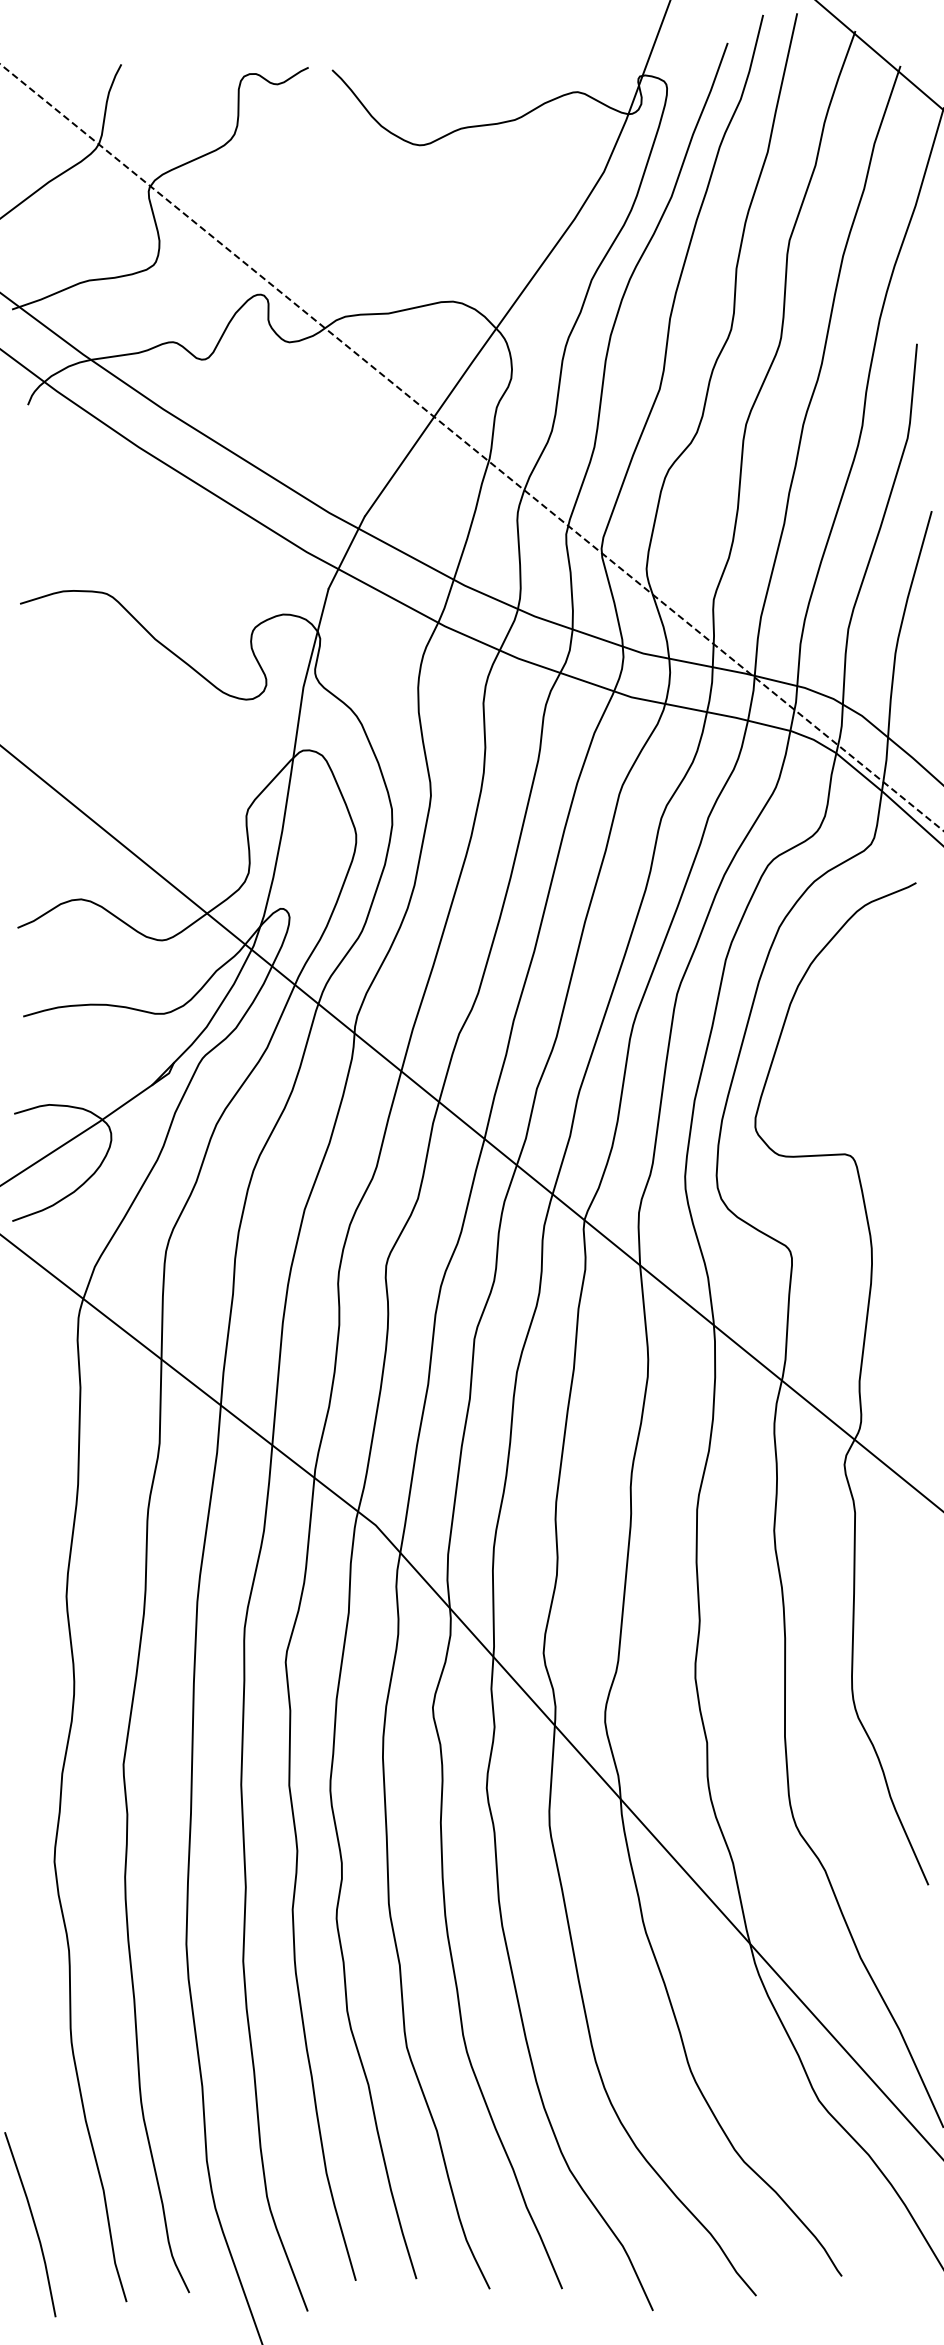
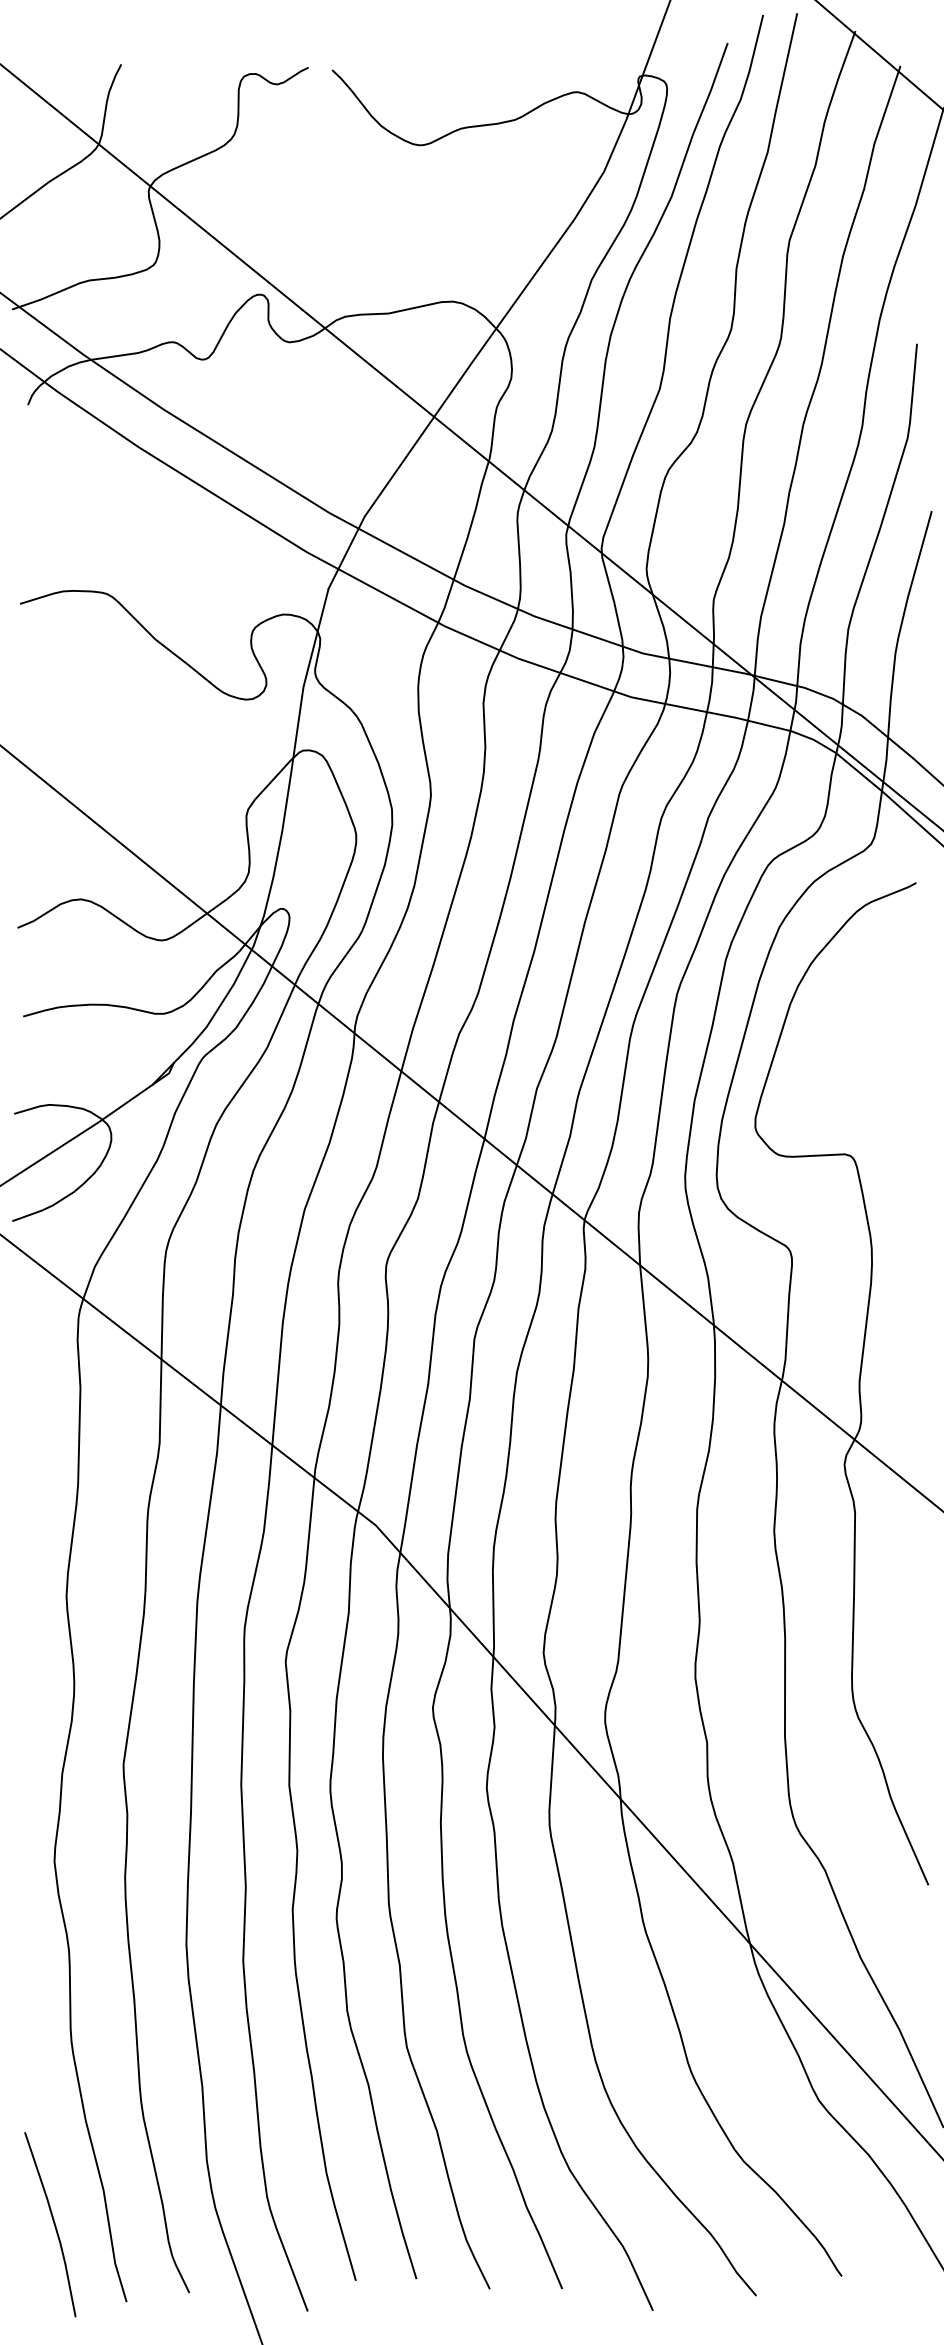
line at (471, 447): dashed -> solid
line at (33, 2224) position: (33, 2224) -> (53, 2224)
